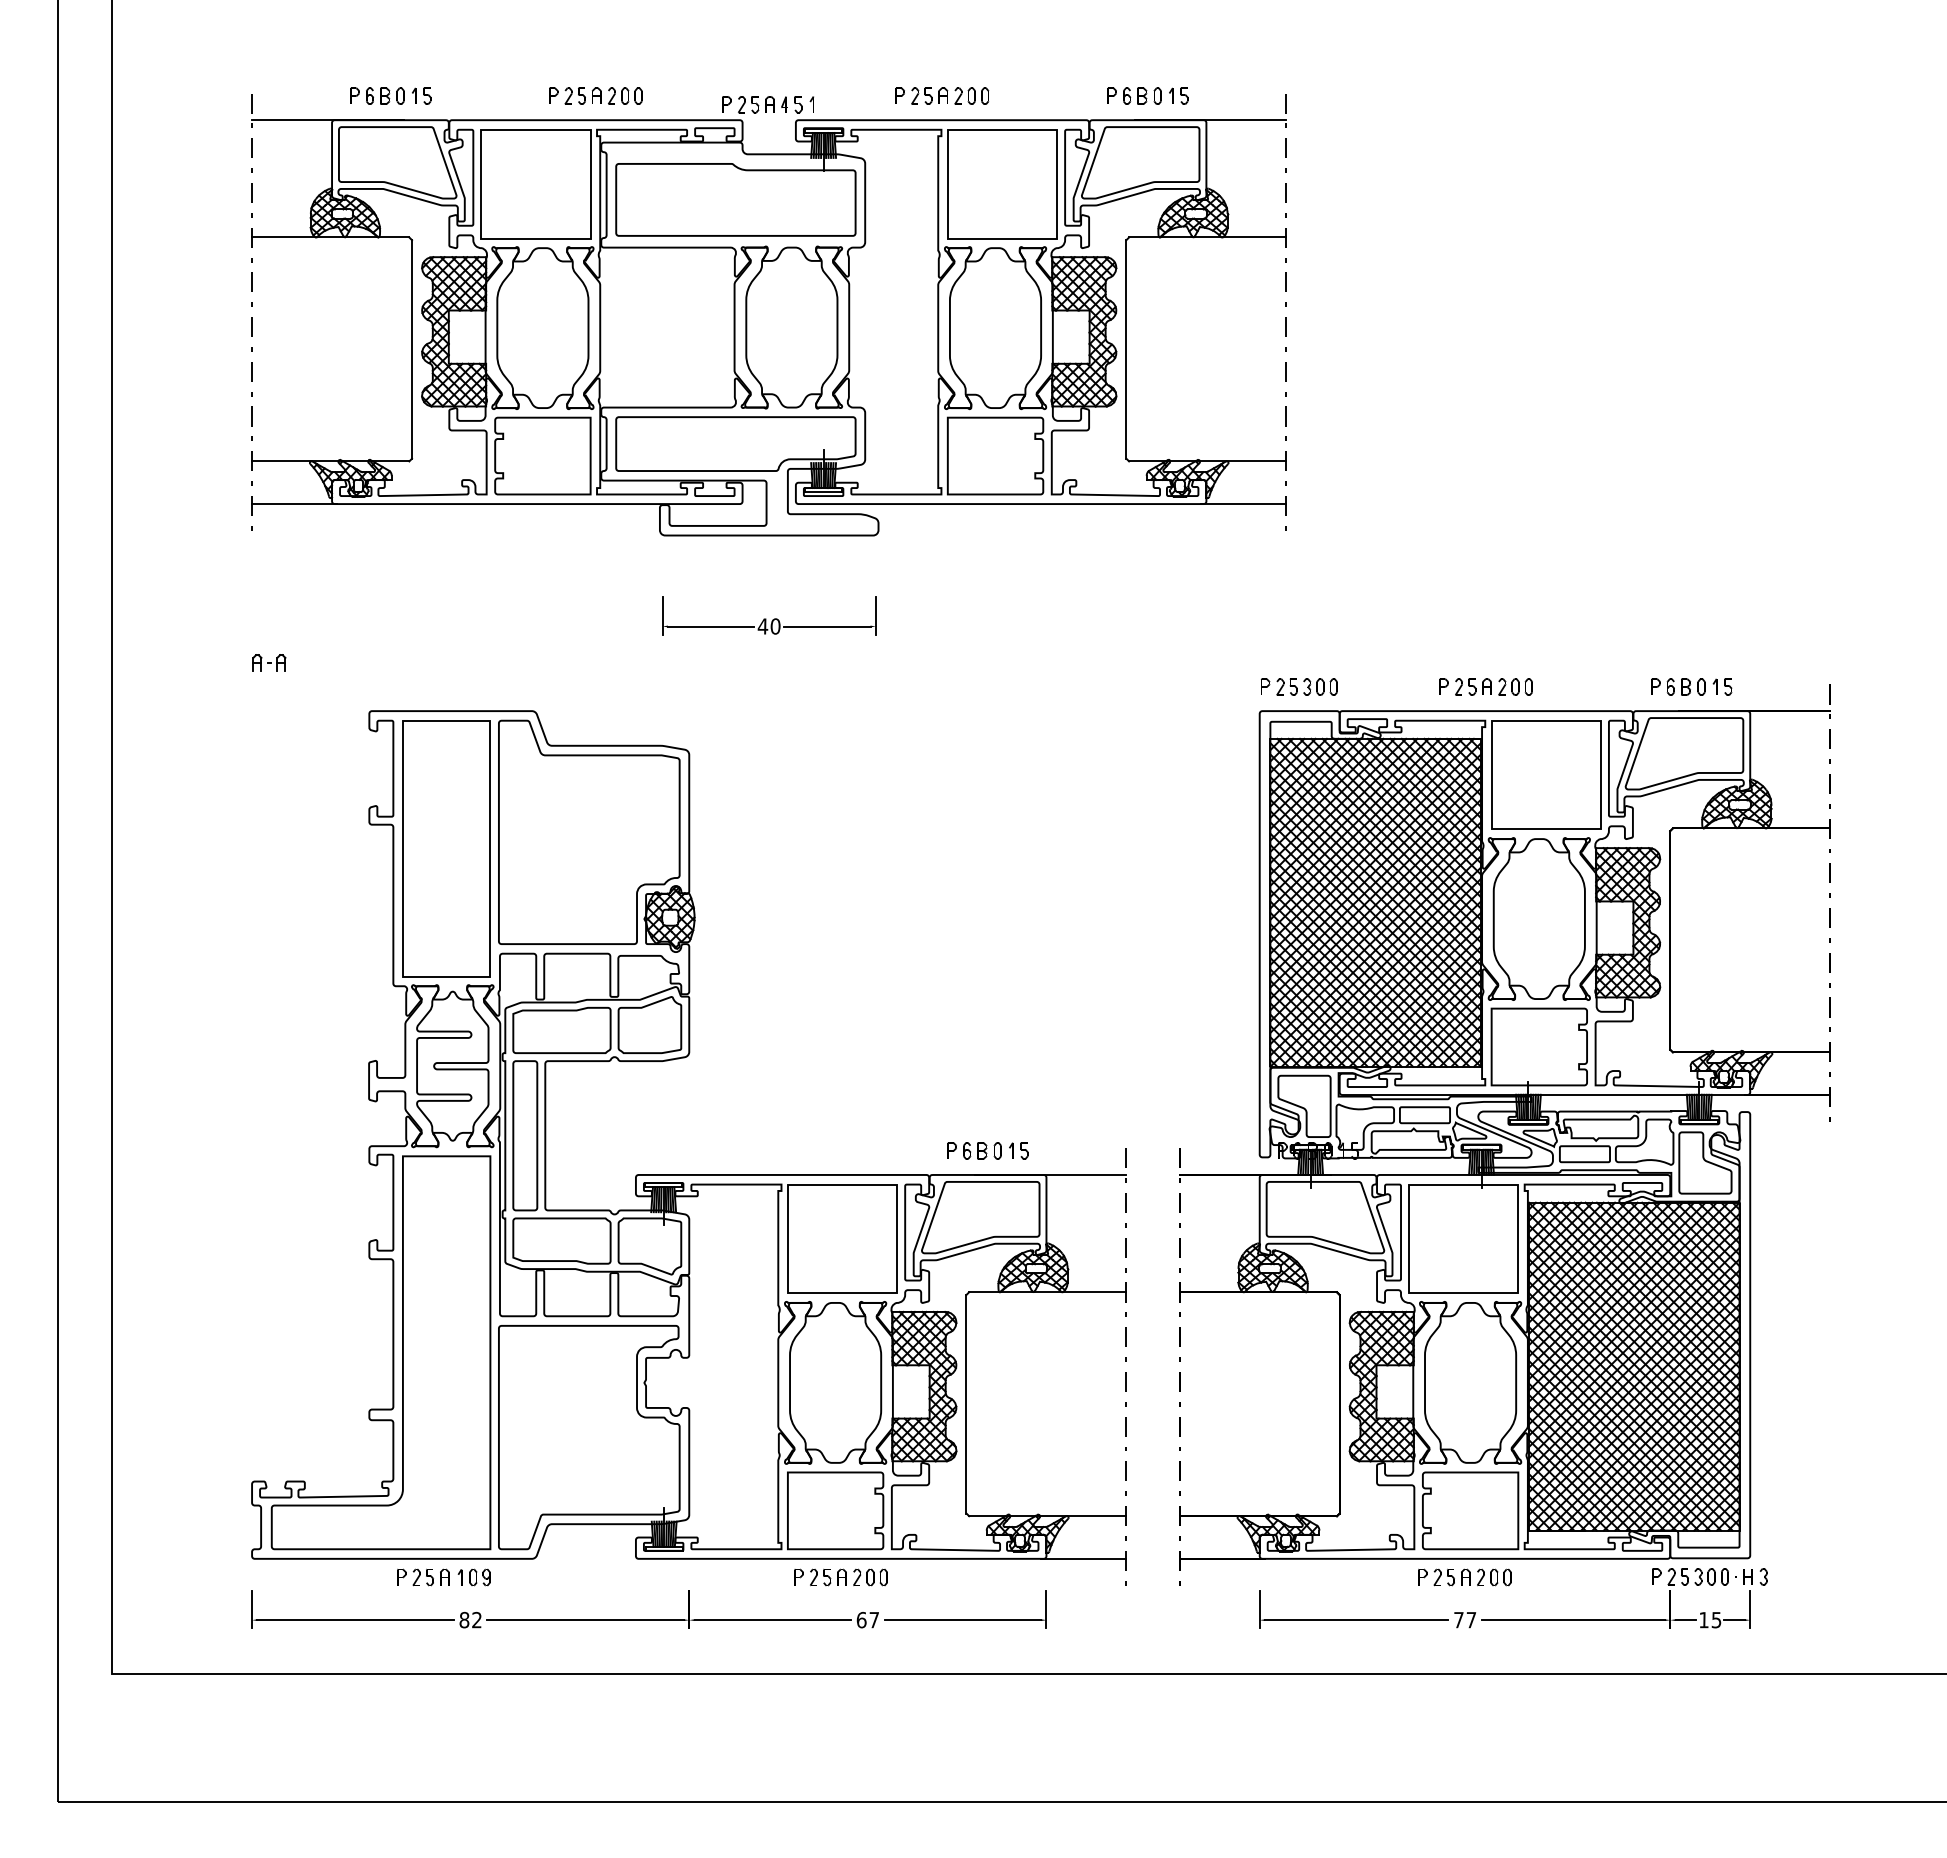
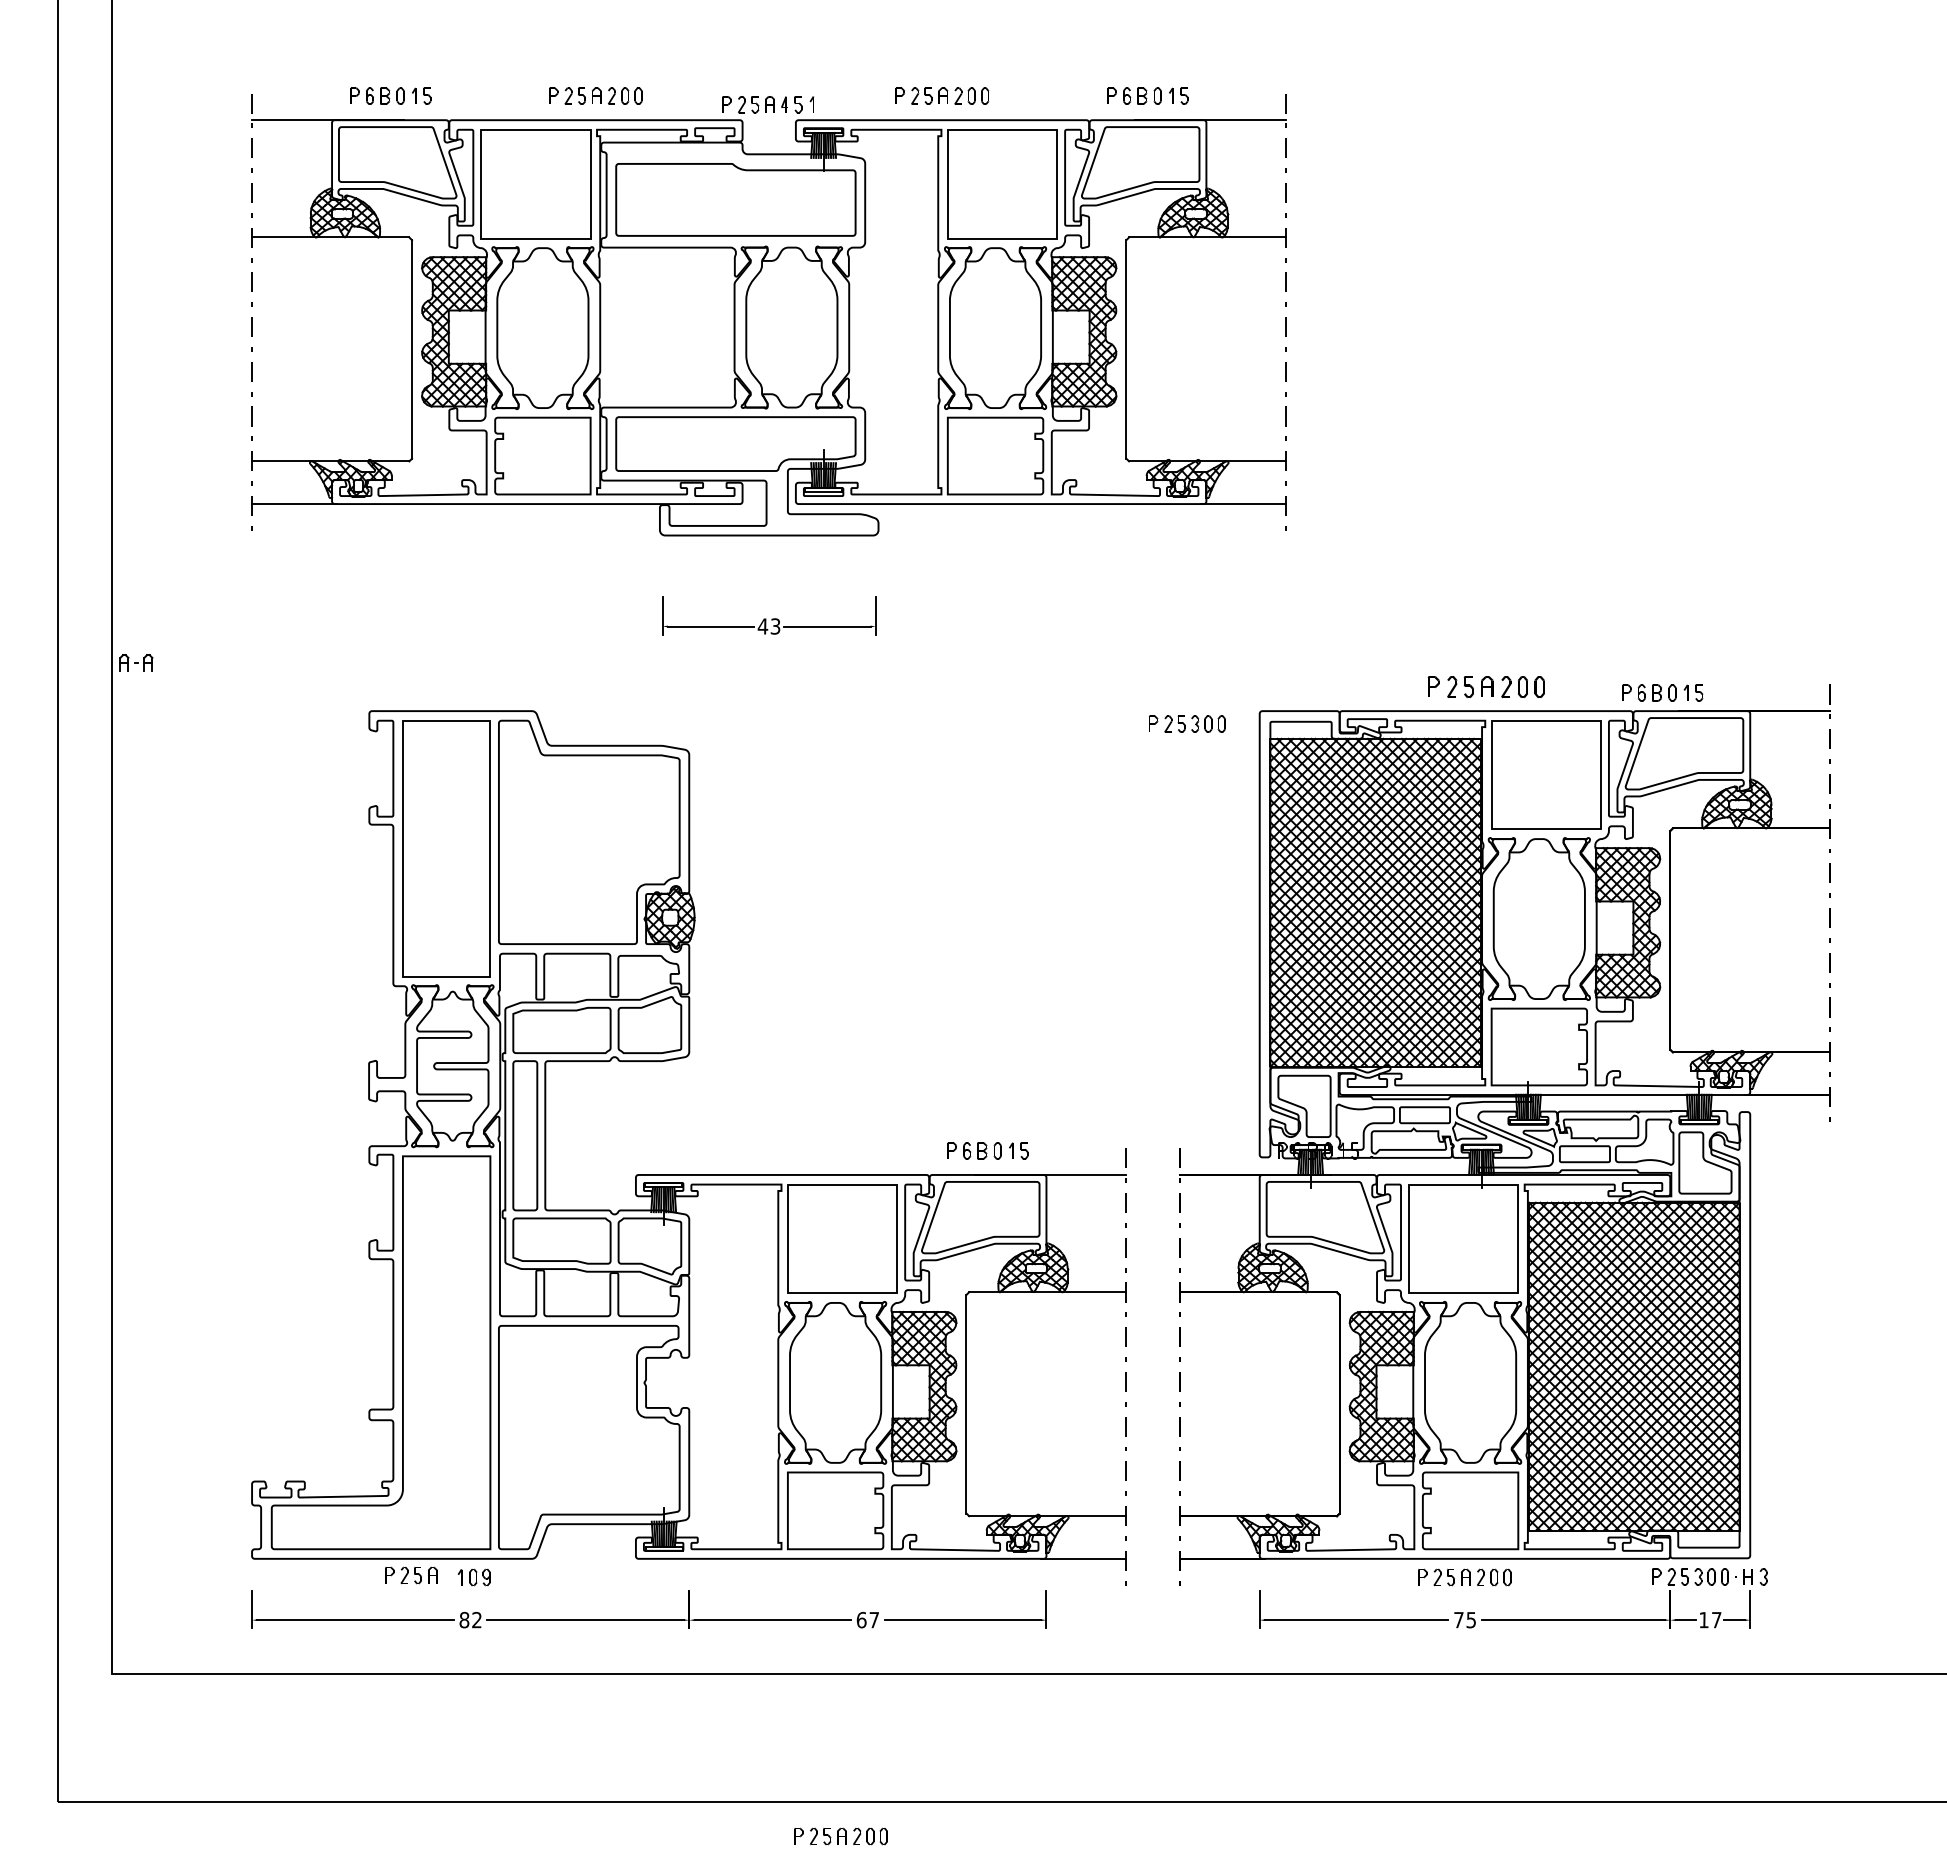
text at (775, 626): 40 -> 43
part at (269, 662) position: (269, 662) -> (136, 662)
part at (1299, 686) position: (1299, 686) -> (1187, 723)
part at (1485, 686) size: 94x18 px -> 118x22 px
part at (1691, 686) position: (1691, 686) -> (1662, 692)
part at (423, 1577) position: (423, 1577) -> (411, 1575)
part at (840, 1577) position: (840, 1577) -> (840, 1836)
text at (1471, 1620): 77 -> 75
text at (1716, 1620): 15 -> 17
